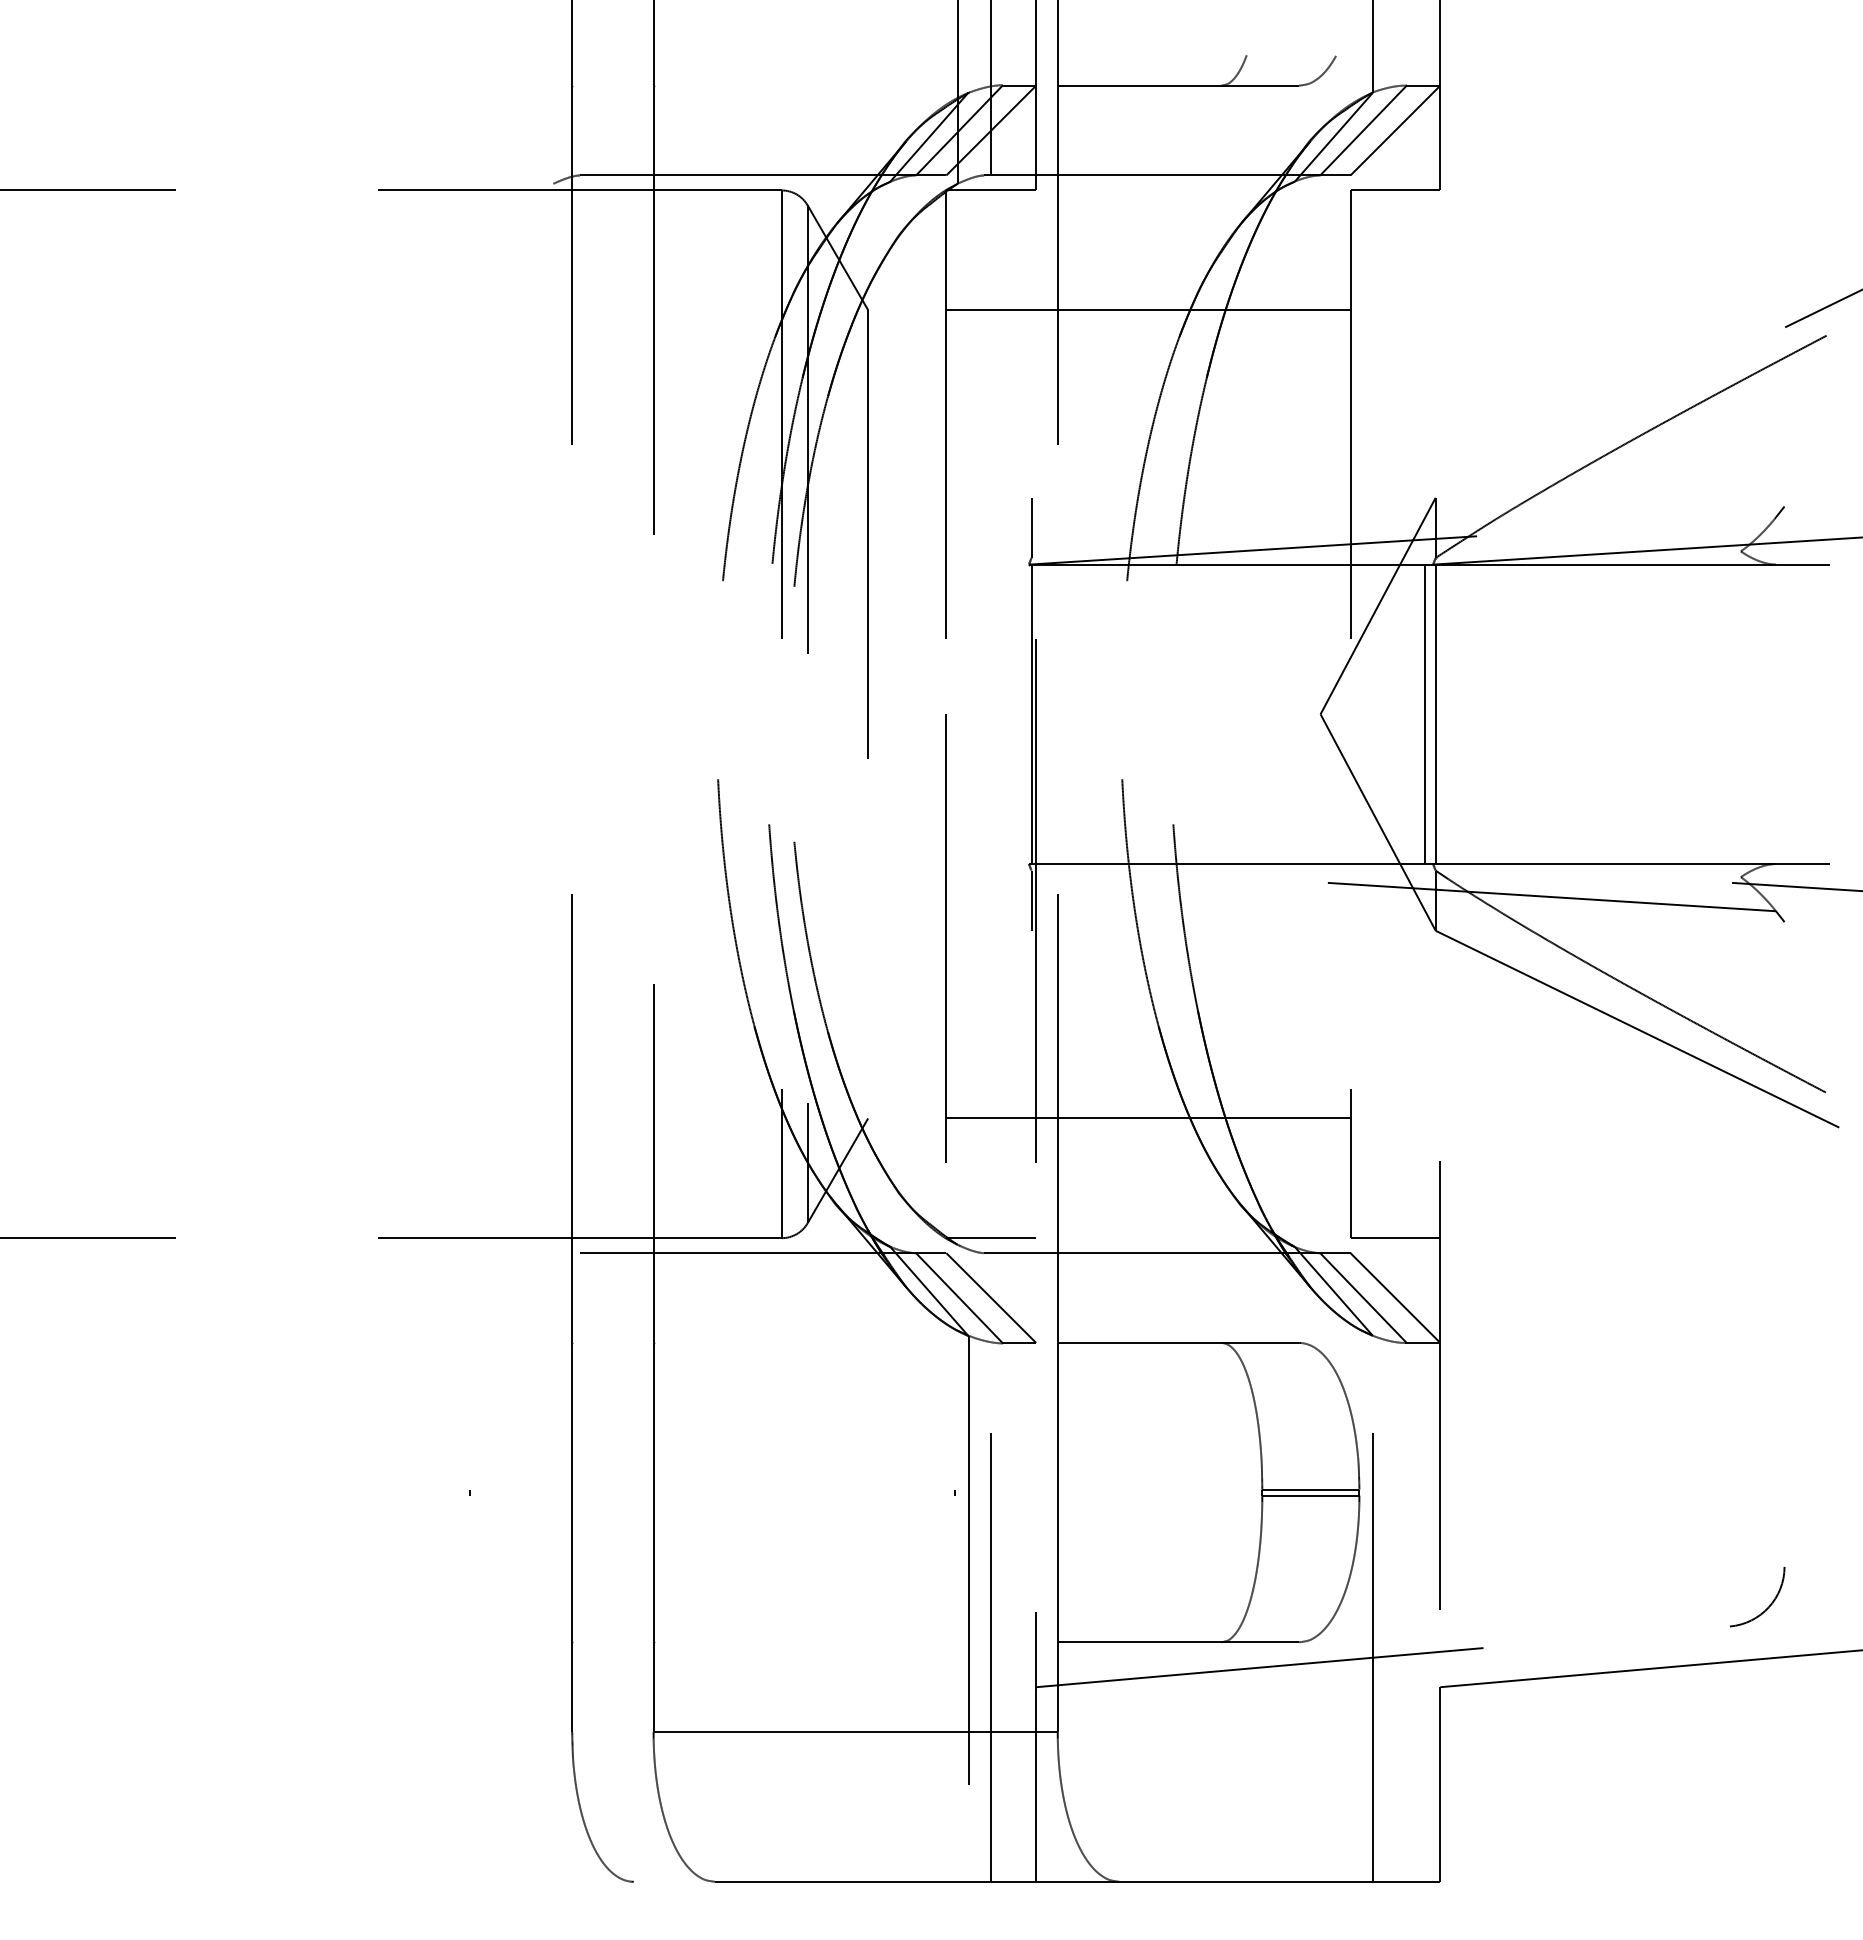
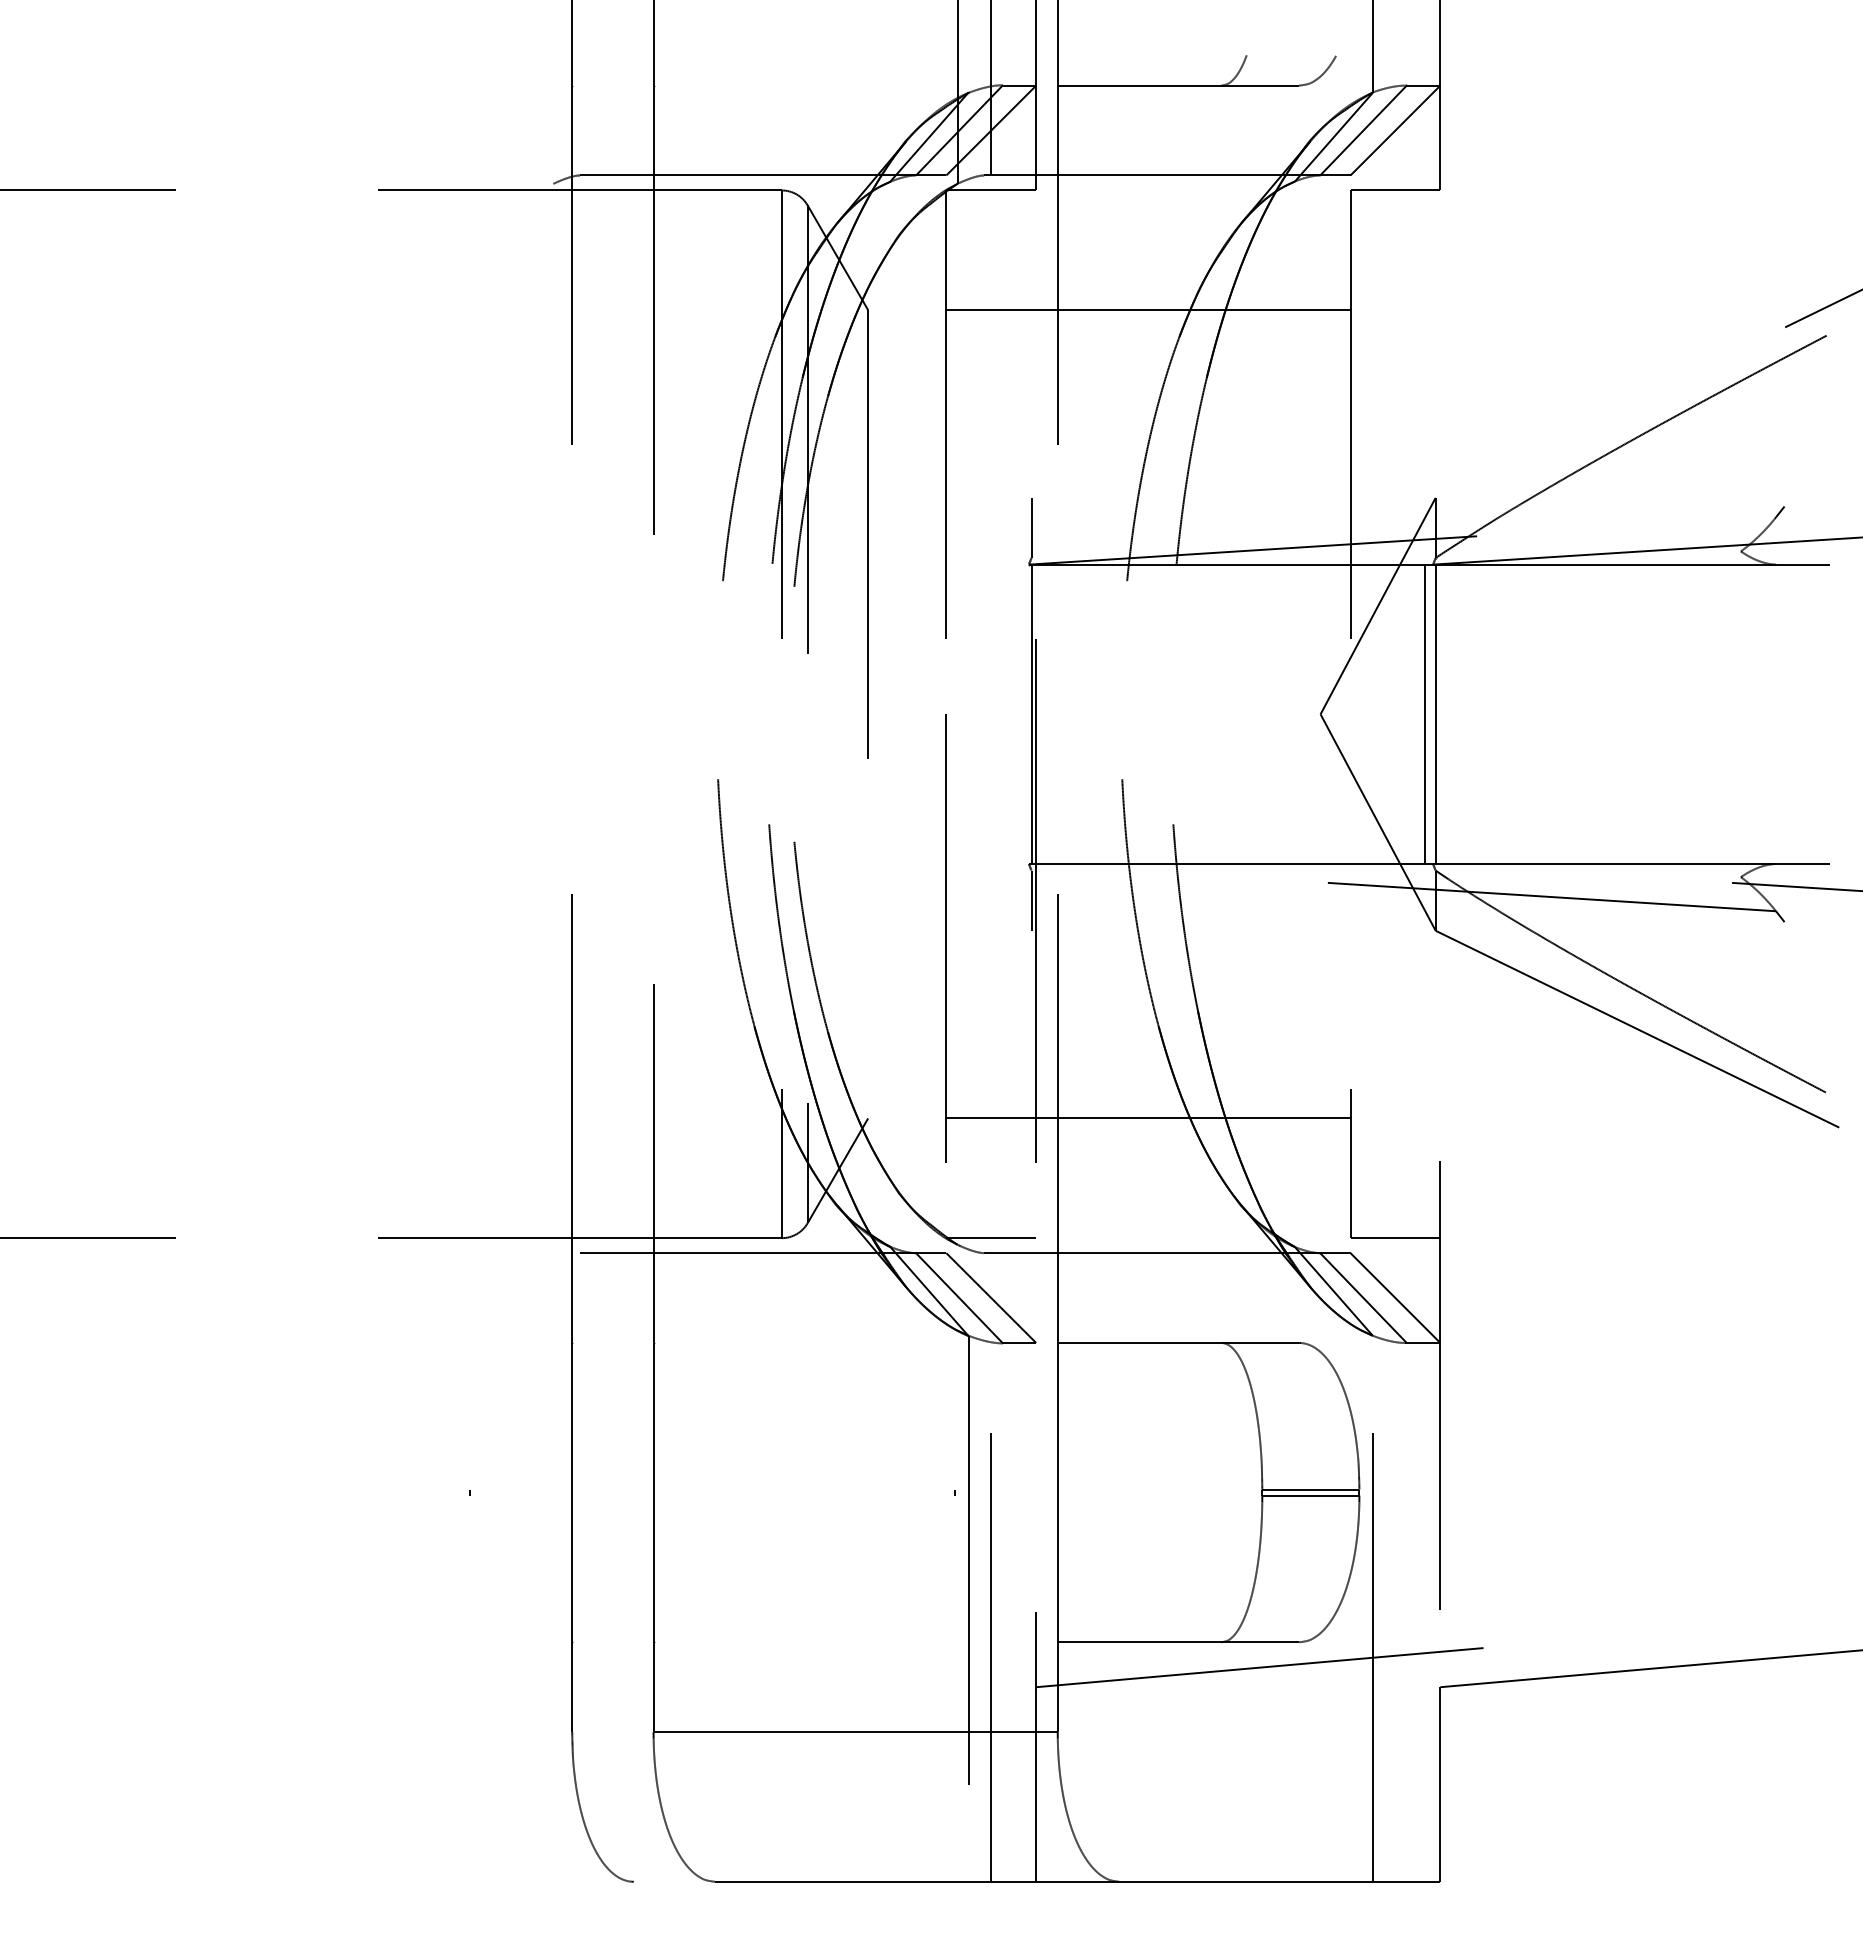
arc at (1769, 1604): present -> none
